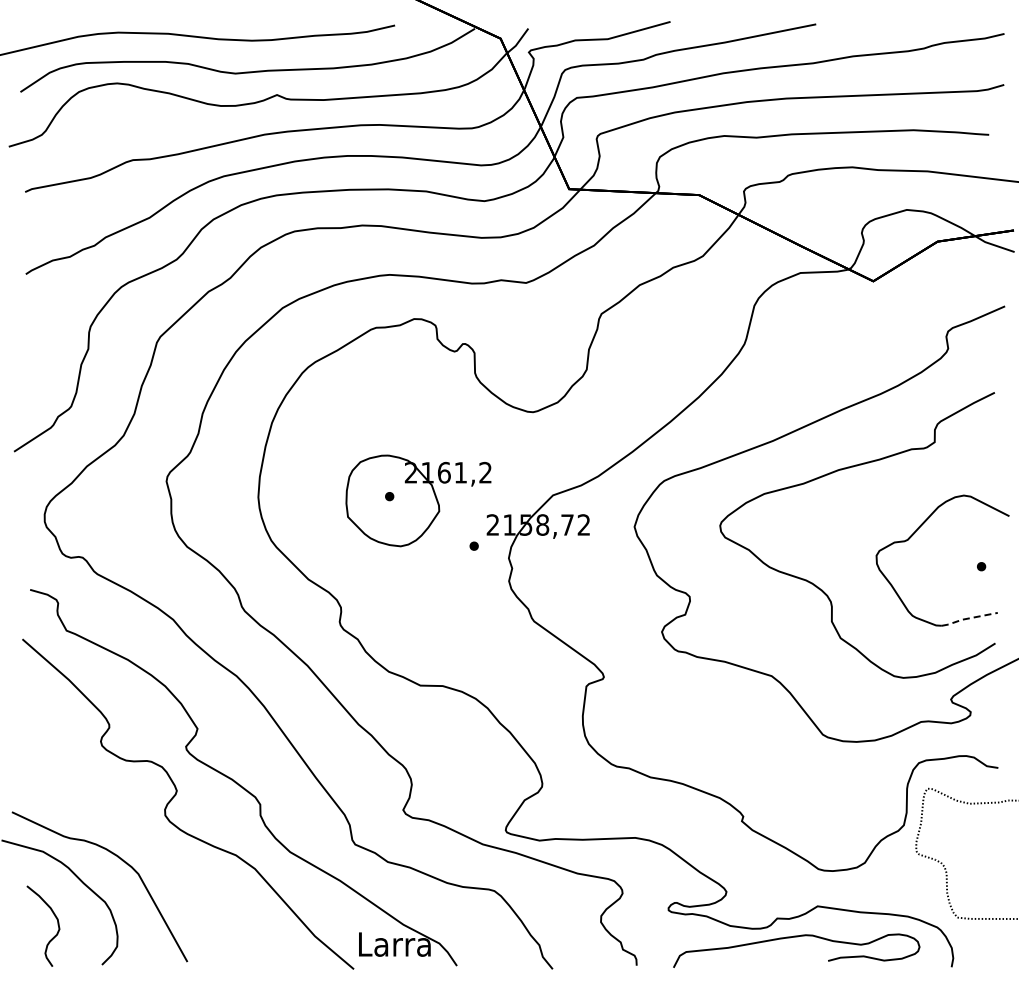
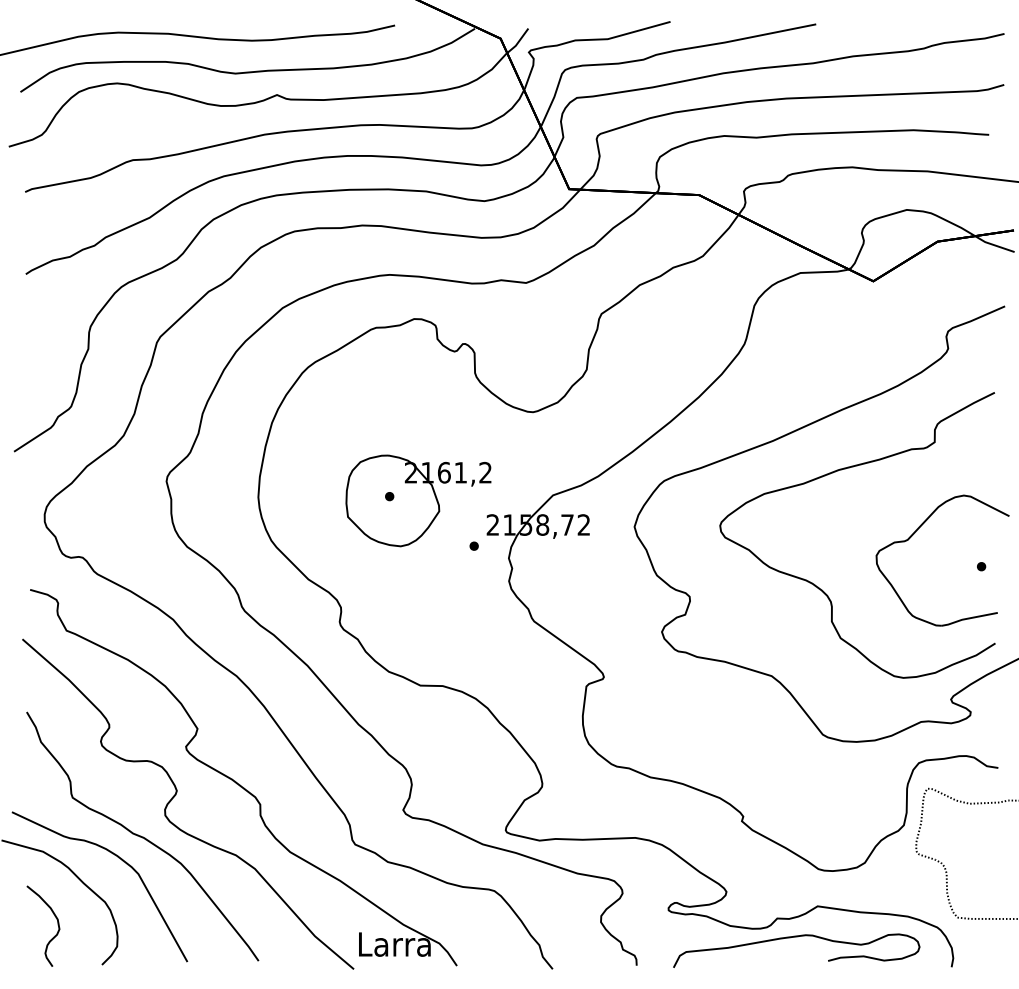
line at (968, 618): dashed -> solid
curve at (142, 836): none -> present
